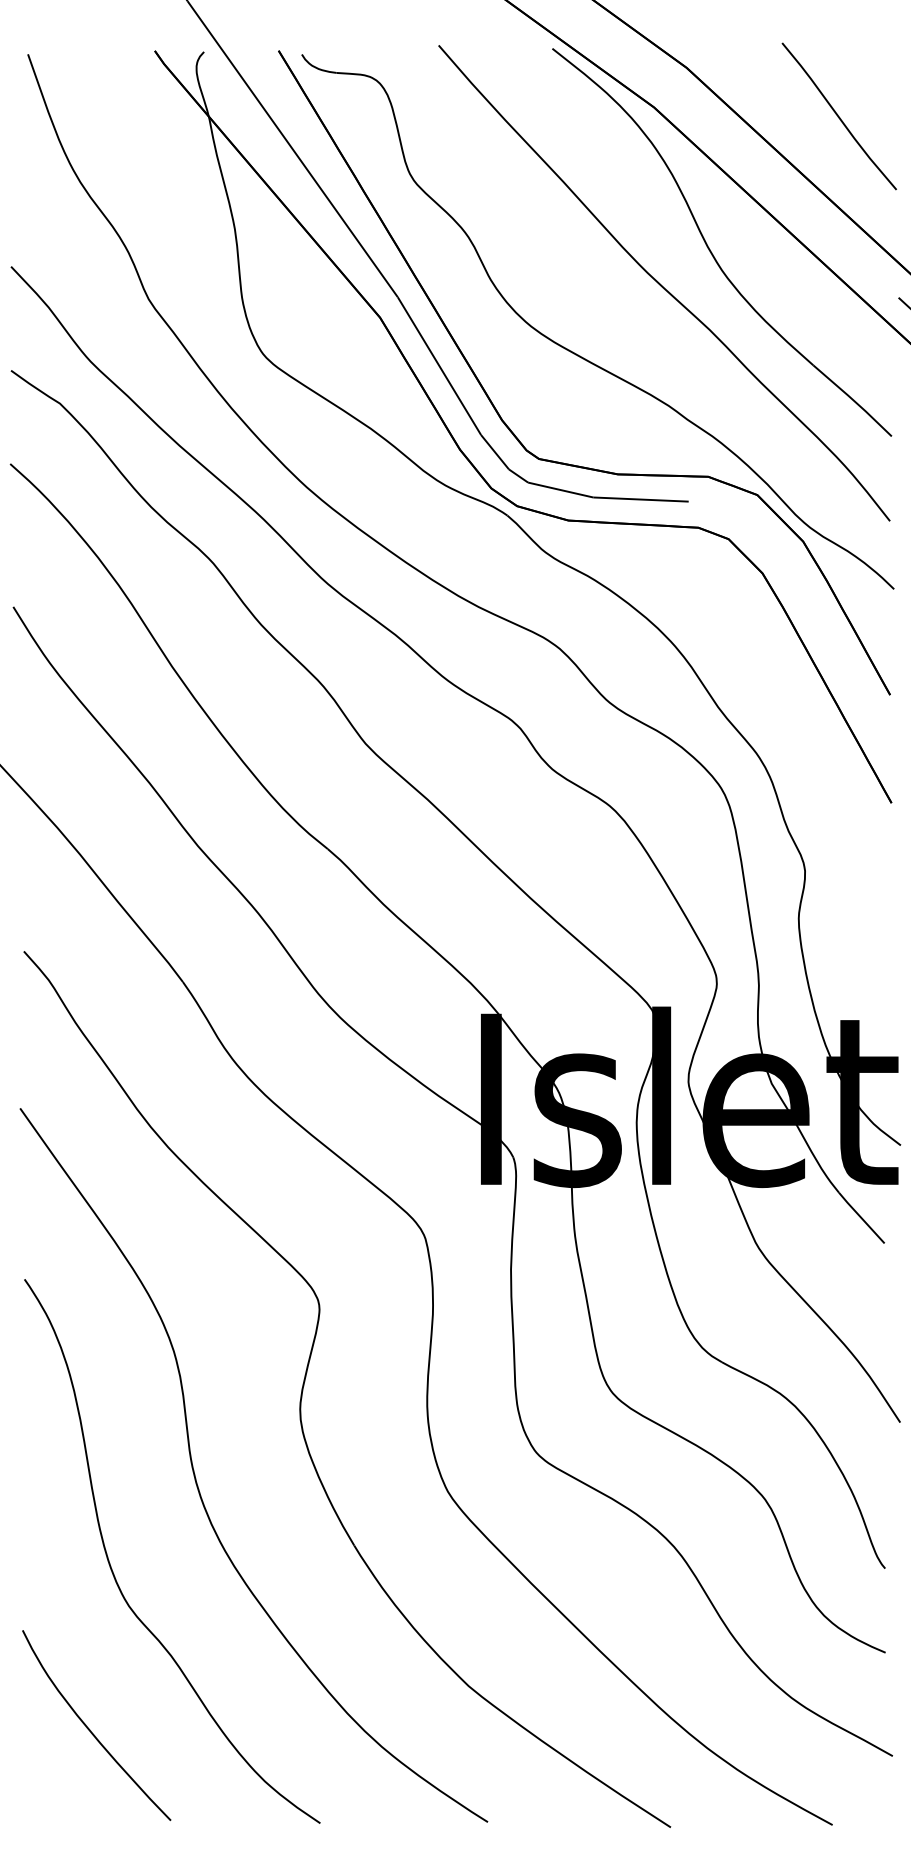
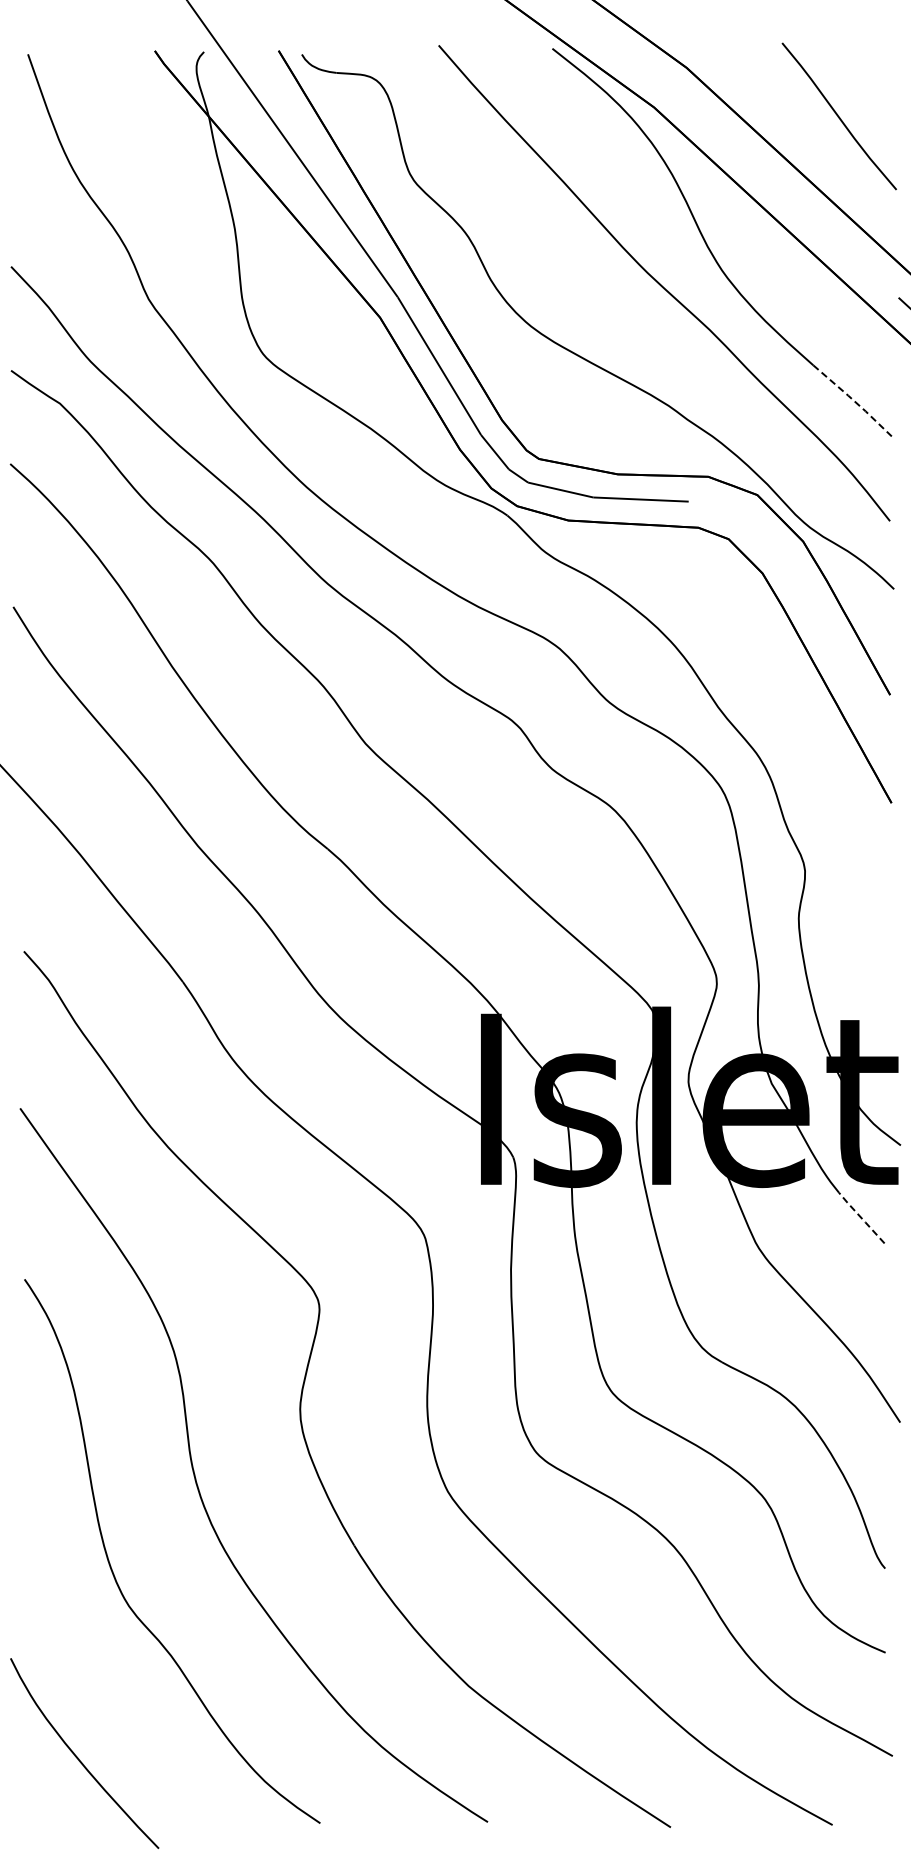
line at (853, 400): solid -> dashed
line at (861, 1218): solid -> dashed
curve at (90, 1729) position: (90, 1729) -> (78, 1757)
